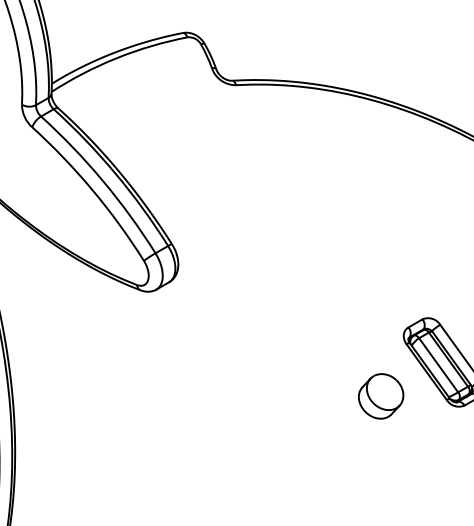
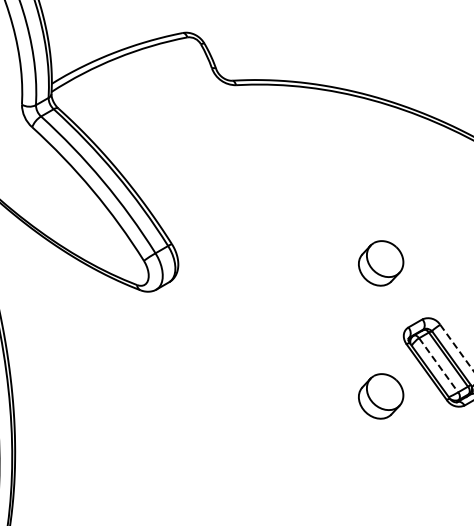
part at (381, 263): none -> present
line at (457, 348): solid -> dashed
line at (438, 365): solid -> dashed
